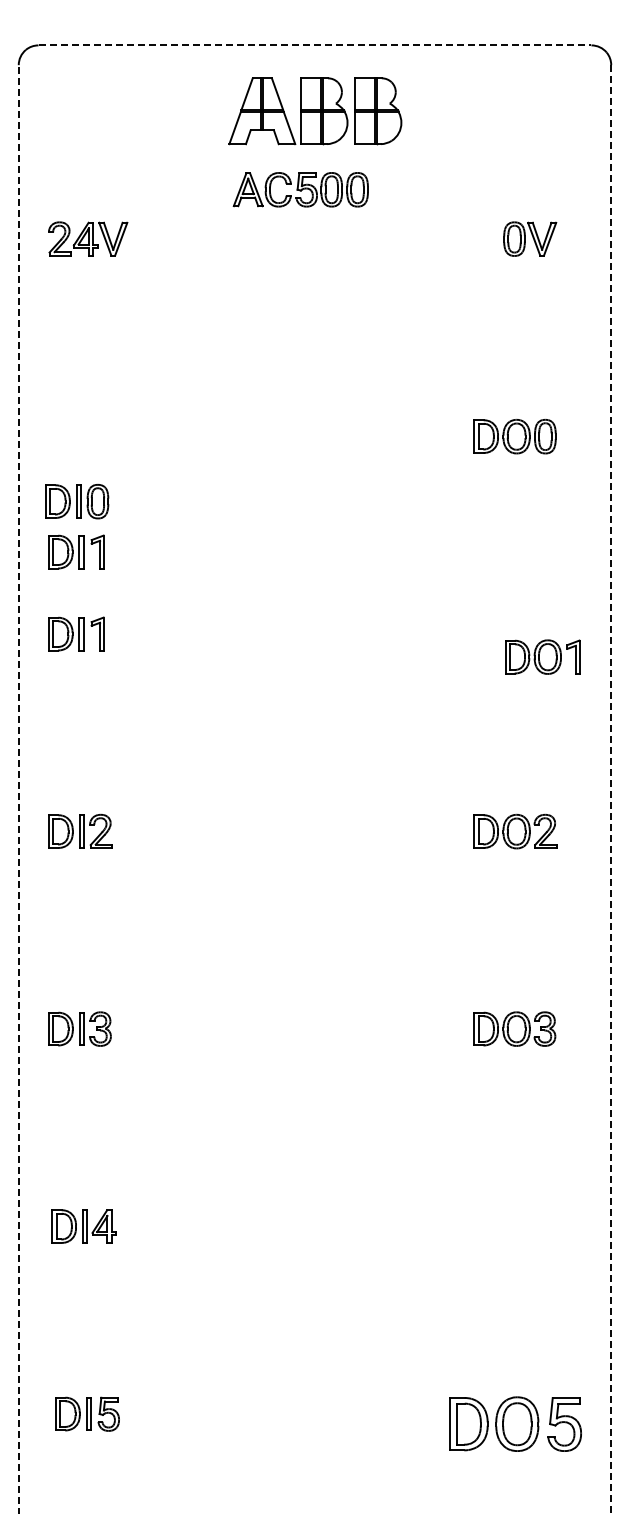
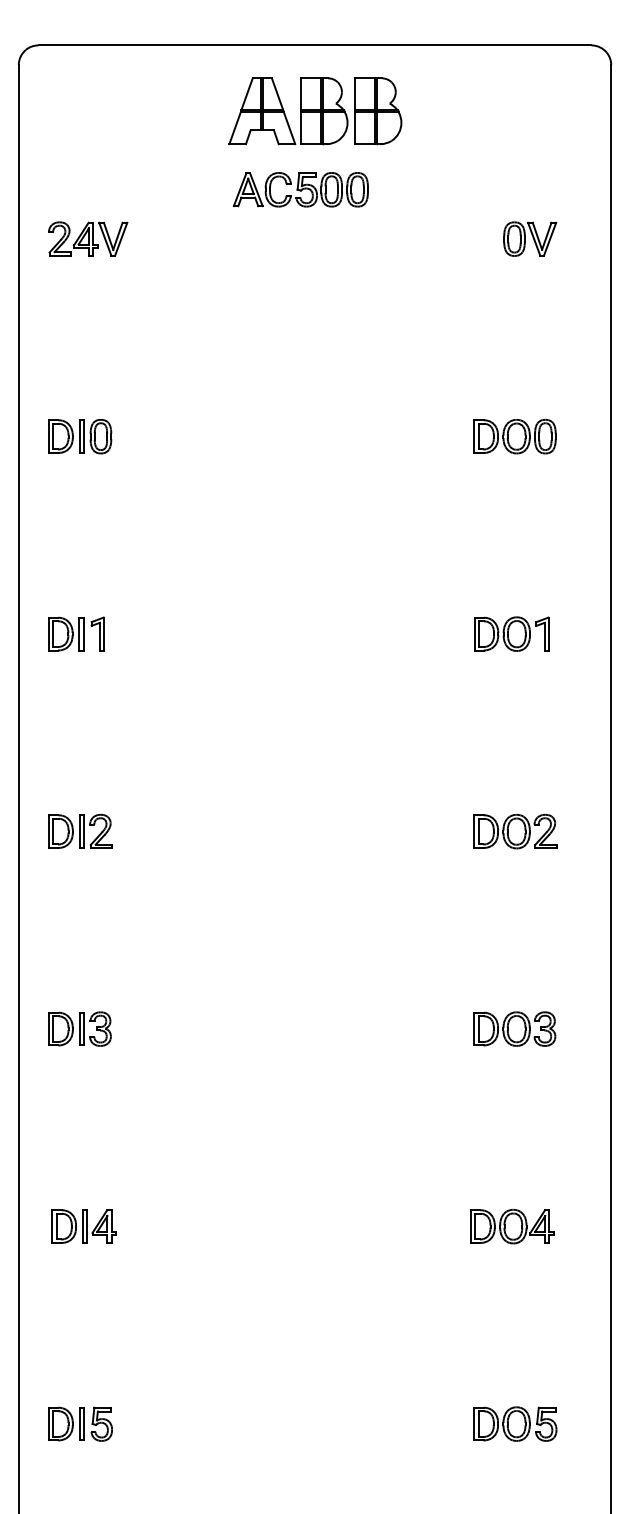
line at (315, 45): dashed -> solid
part at (77, 501) position: (77, 501) -> (80, 436)
part at (76, 551): present -> none
part at (542, 656) position: (542, 656) -> (511, 633)
line at (18, 789): dashed -> solid
line at (611, 790): dashed -> solid
part at (512, 1226): none -> present
part at (87, 1413) position: (87, 1413) -> (80, 1423)
part at (515, 1423) size: 133x56 px -> 85x36 px
